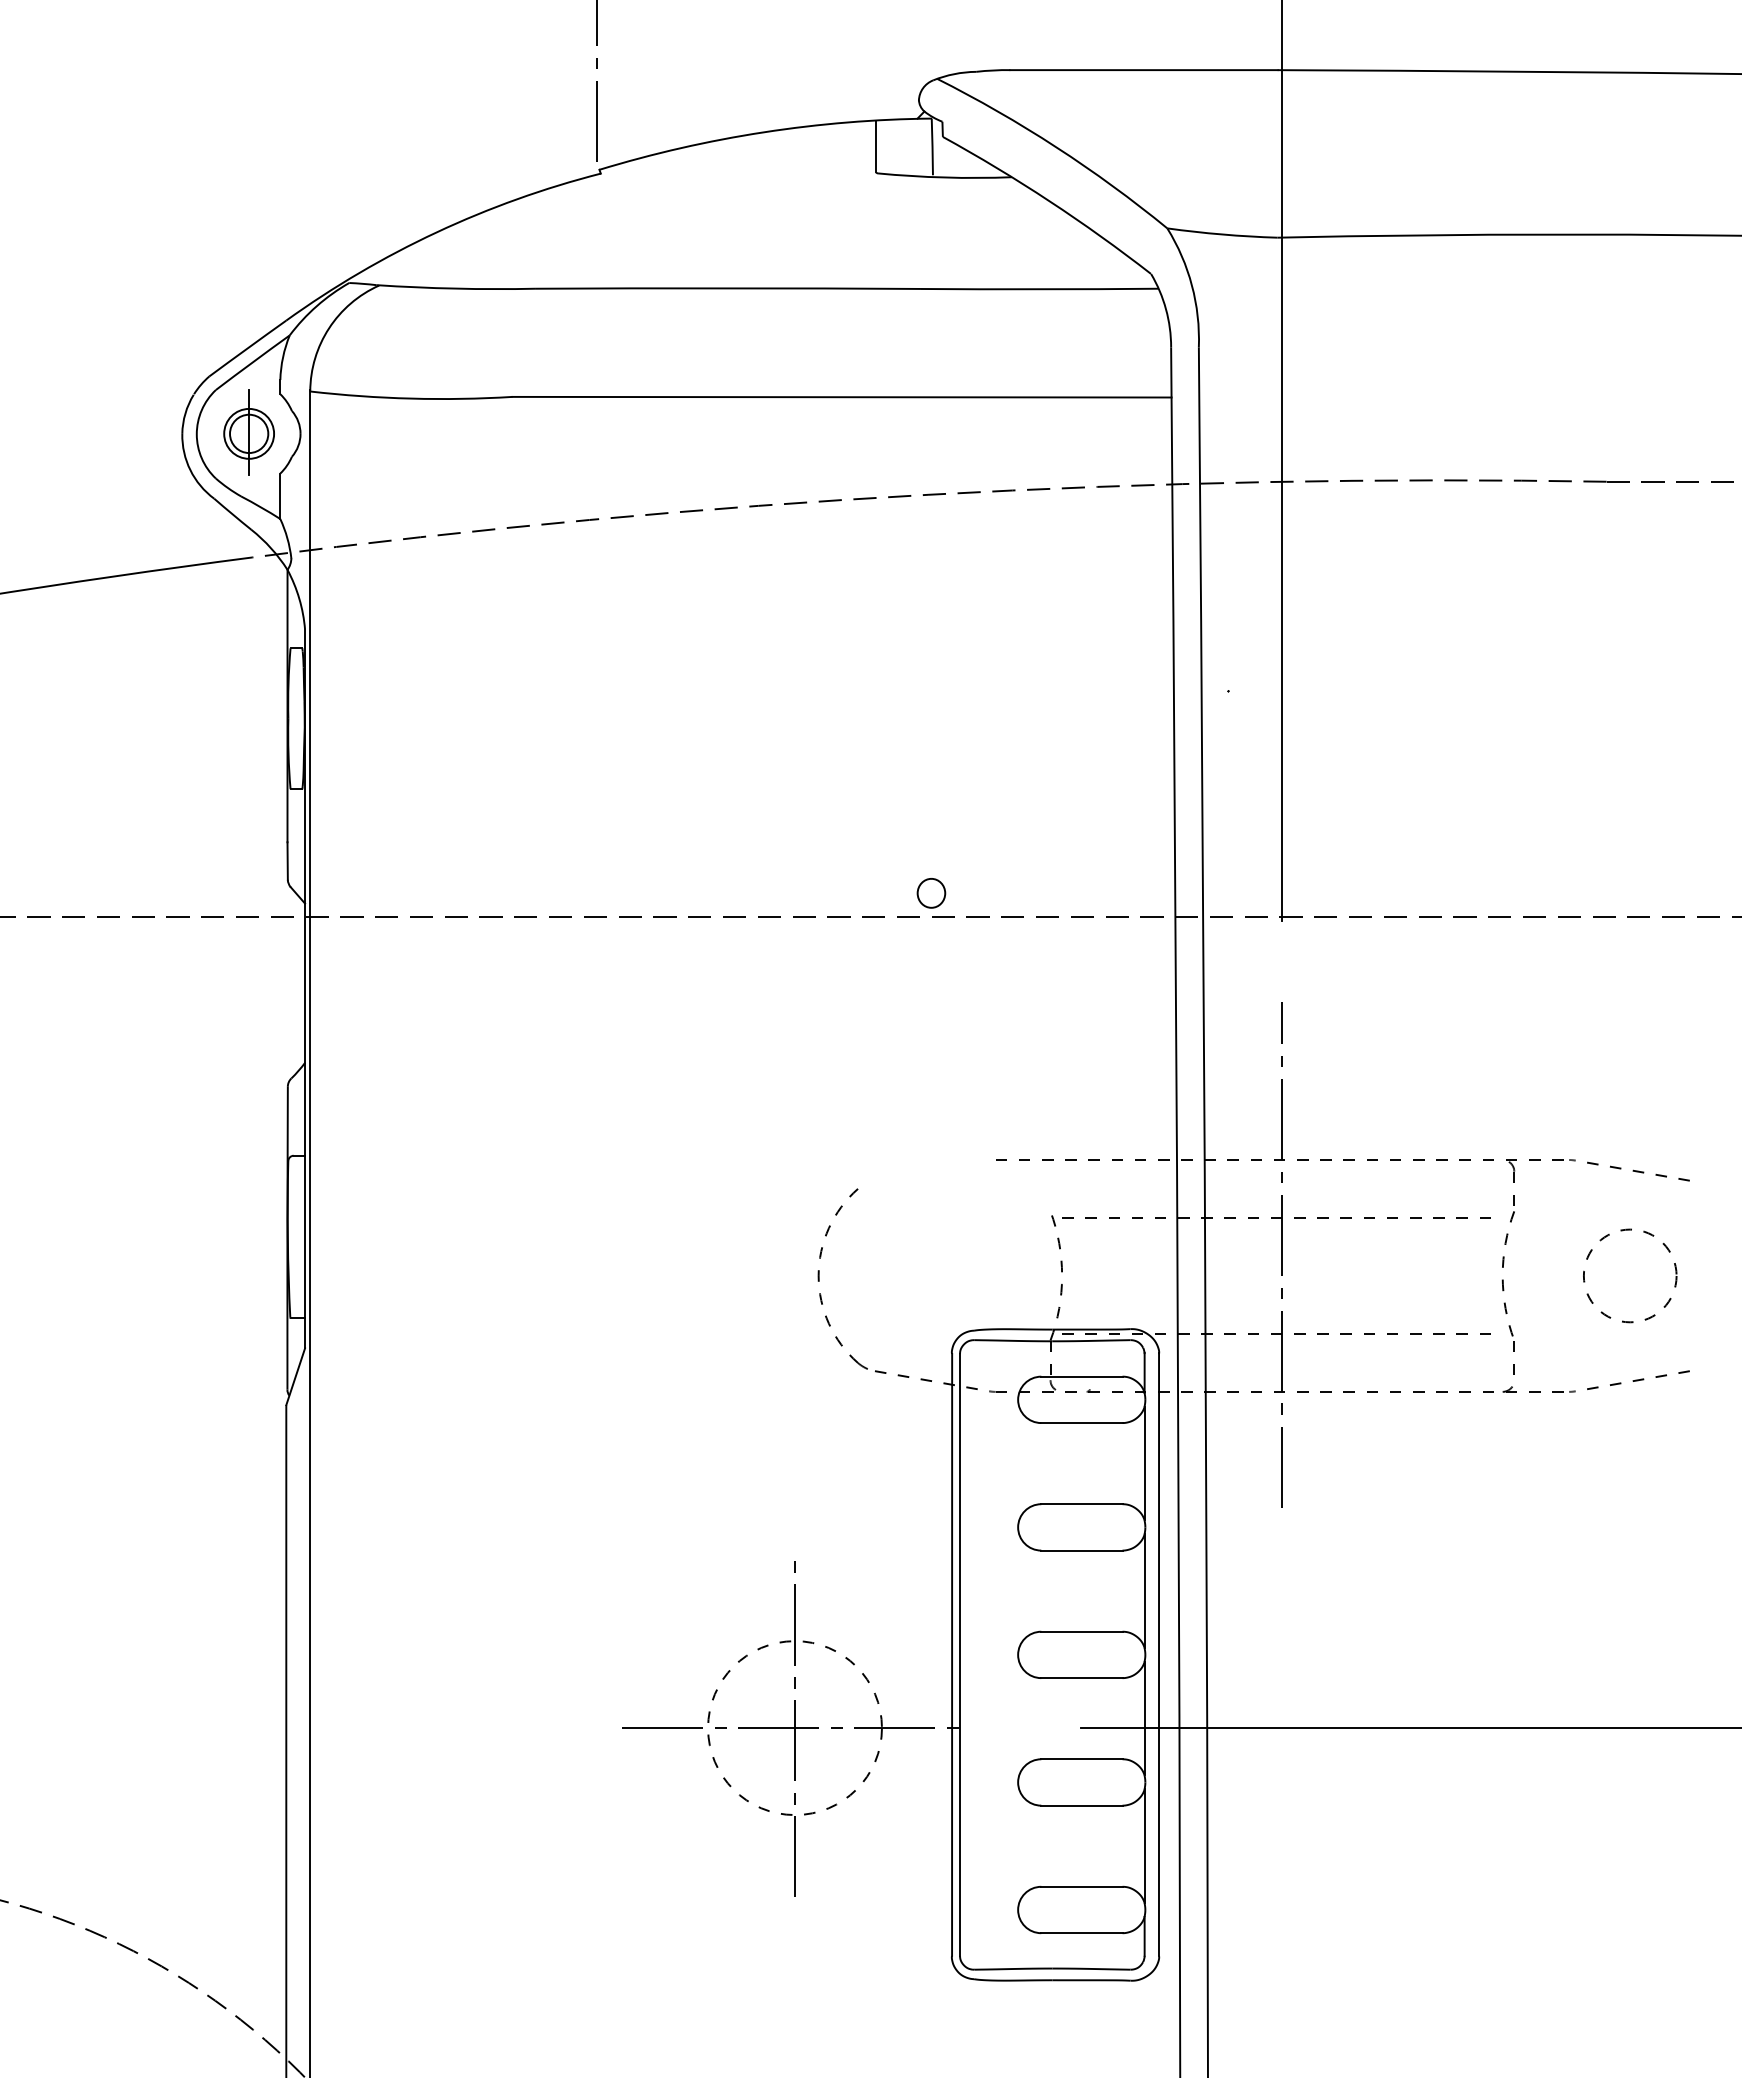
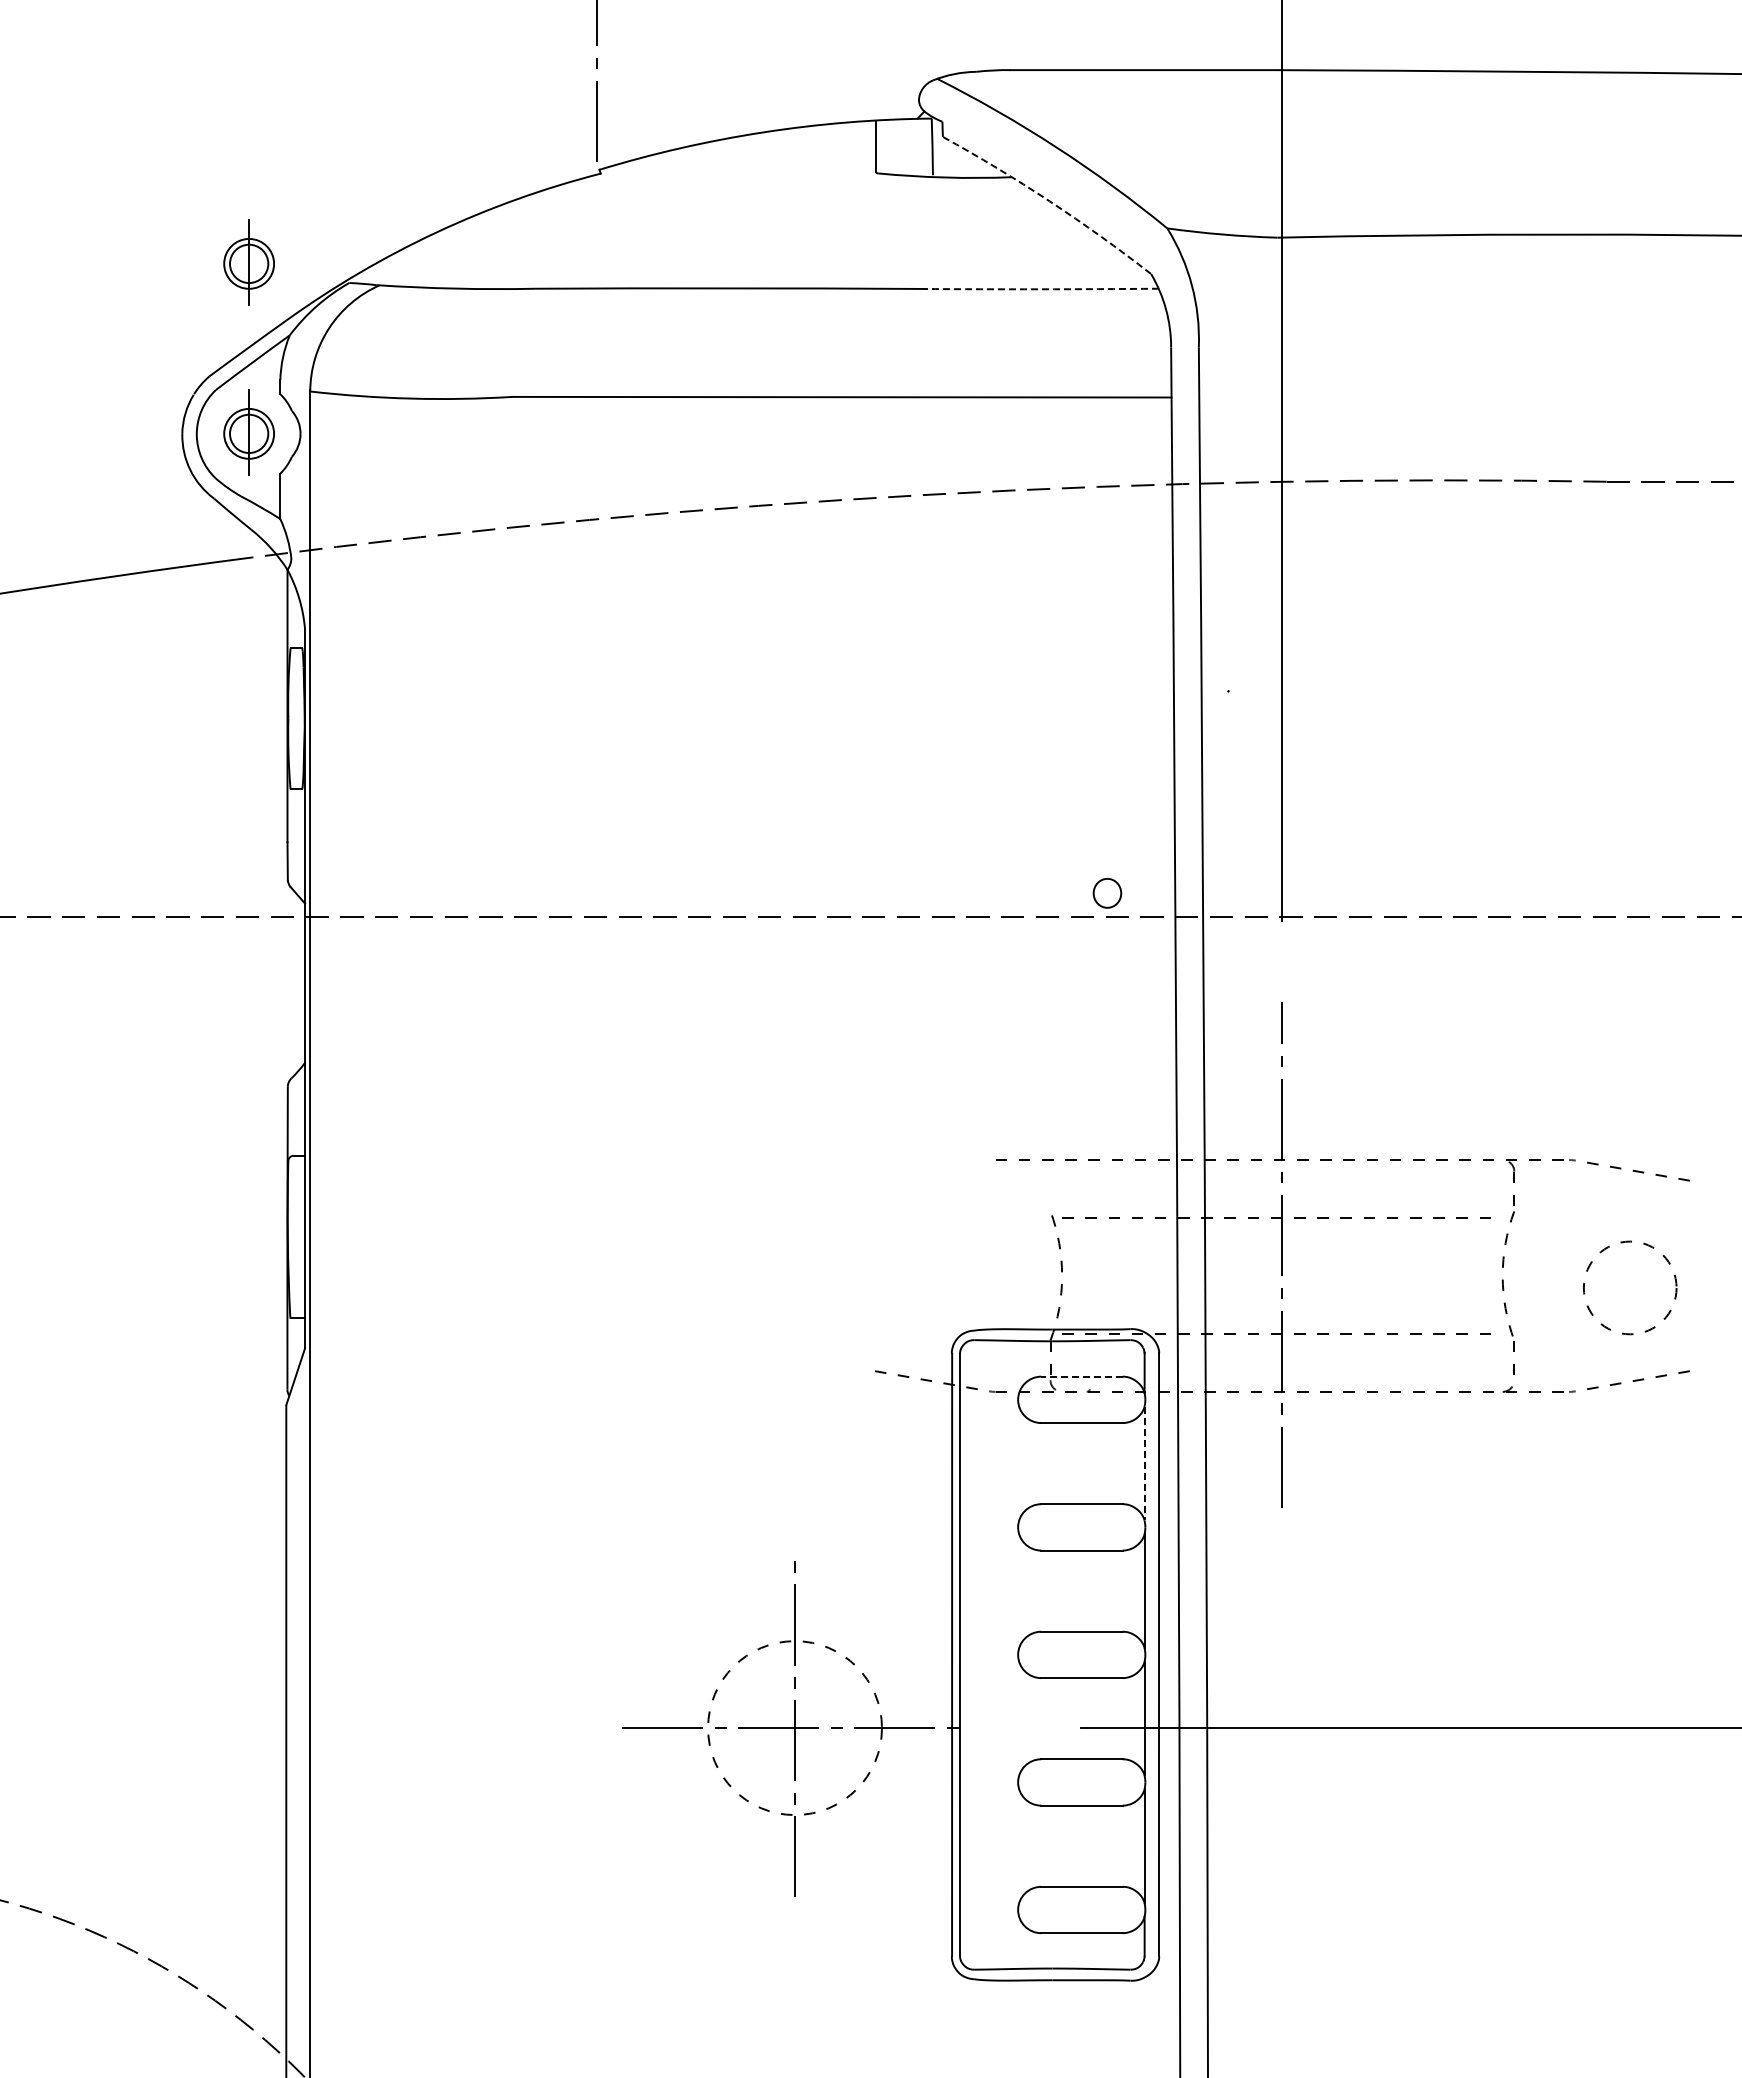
arc at (1049, 201): solid -> dashed
part at (248, 262): none -> present
arc at (1039, 289): solid -> dashed
part at (931, 893) position: (931, 893) -> (1107, 893)
circle at (1630, 1275) position: (1630, 1275) -> (1630, 1287)
part at (819, 1278): present -> none
line at (1081, 1376): solid -> dashed
line at (1144, 1463): solid -> dashed
